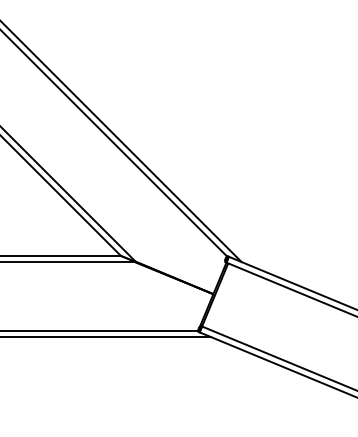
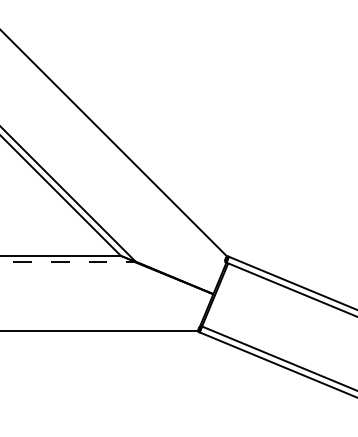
line at (121, 142): present -> none
line at (68, 262): solid -> dashed
line at (106, 336): present -> none
